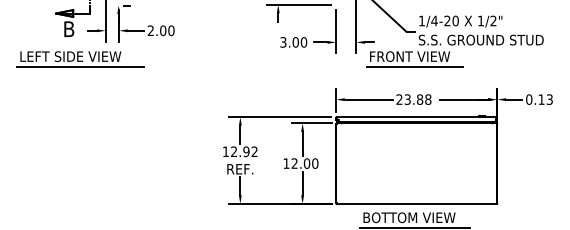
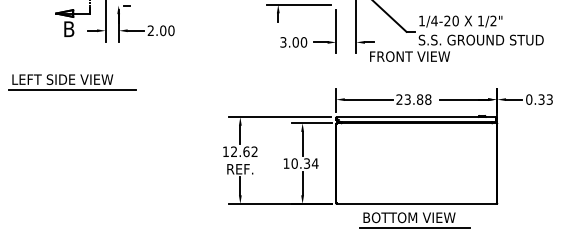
part at (80, 59) position: (80, 59) -> (72, 82)
line at (414, 67): present -> none
text at (541, 99): 0.13 -> 0.33
text at (246, 151): 12.92 -> 12.62
text at (304, 163): 12.00 -> 10.34
